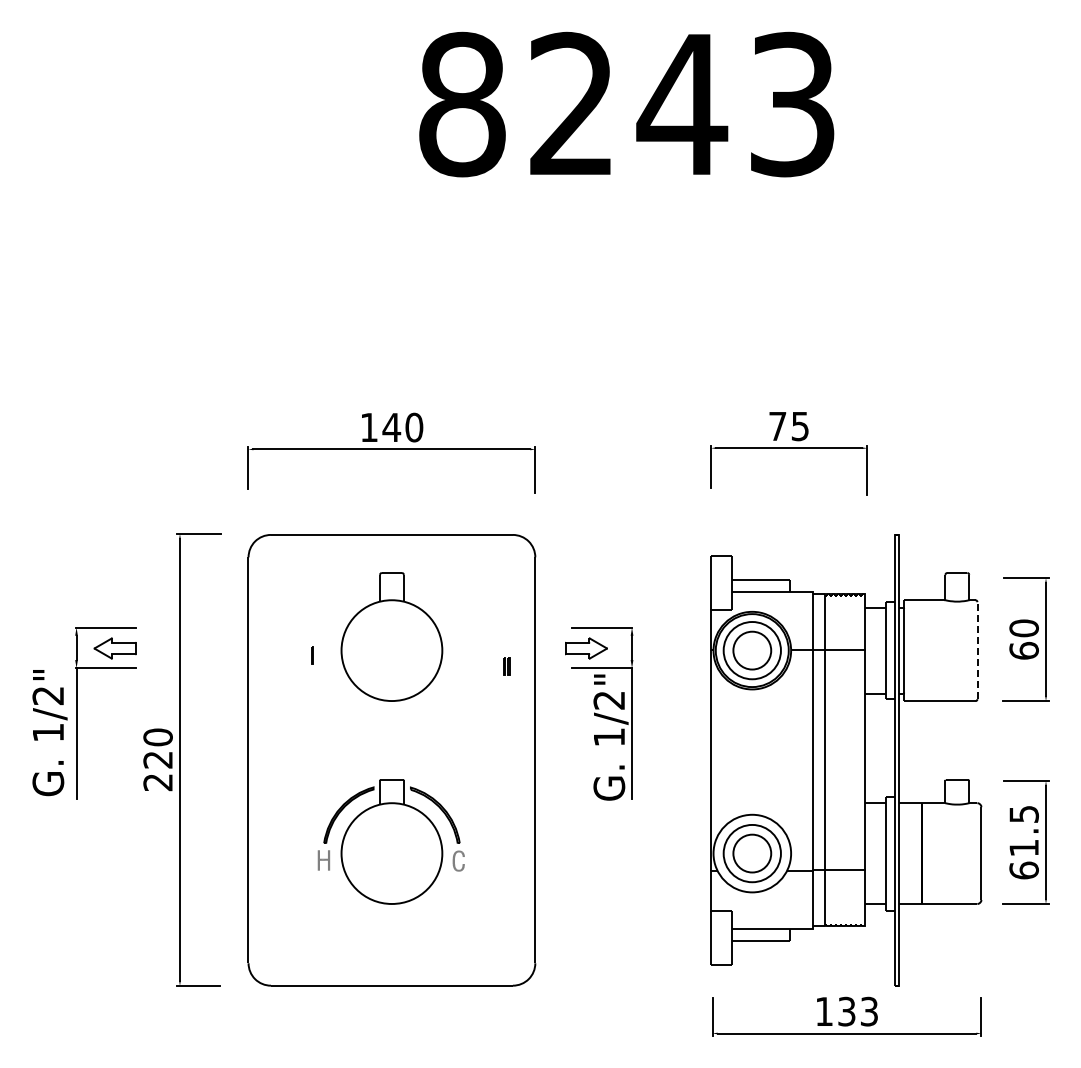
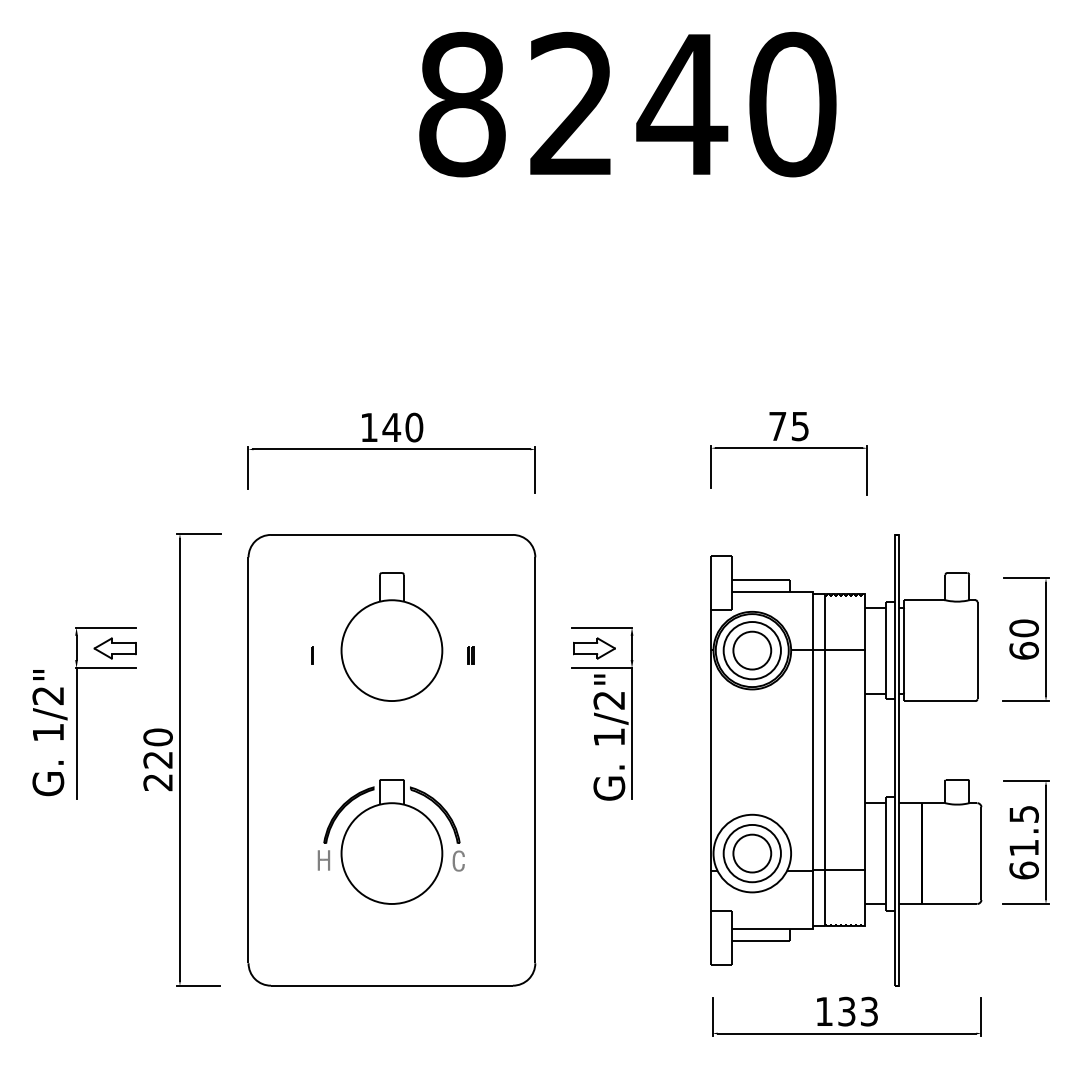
text at (792, 104): 8243 -> 8240
part at (586, 648) position: (586, 648) -> (594, 648)
line at (977, 650): dashed -> solid
part at (506, 666) position: (506, 666) -> (470, 655)
